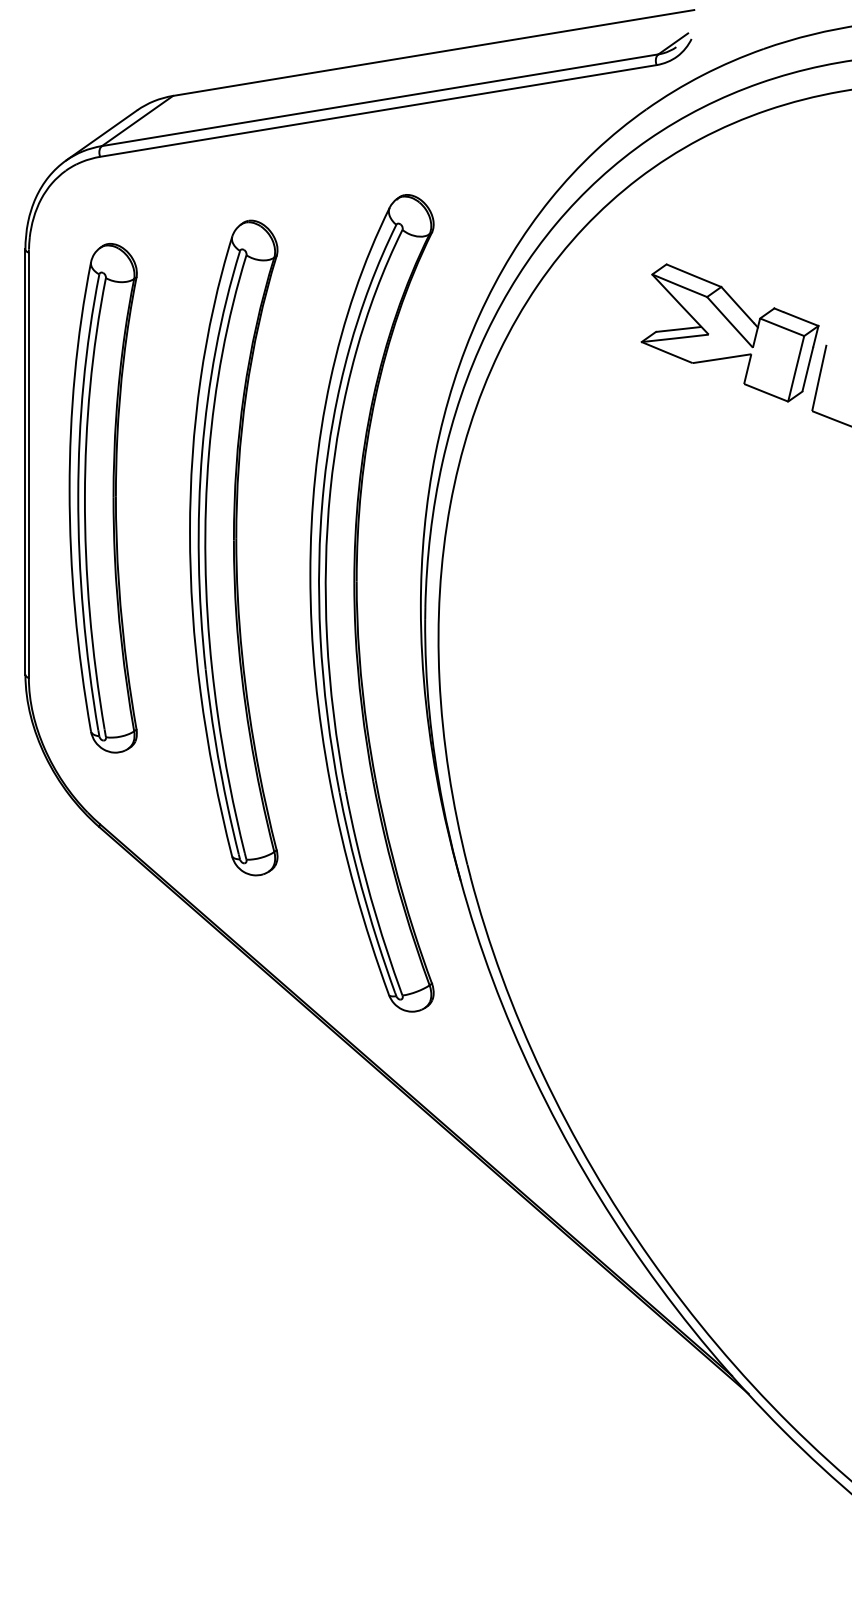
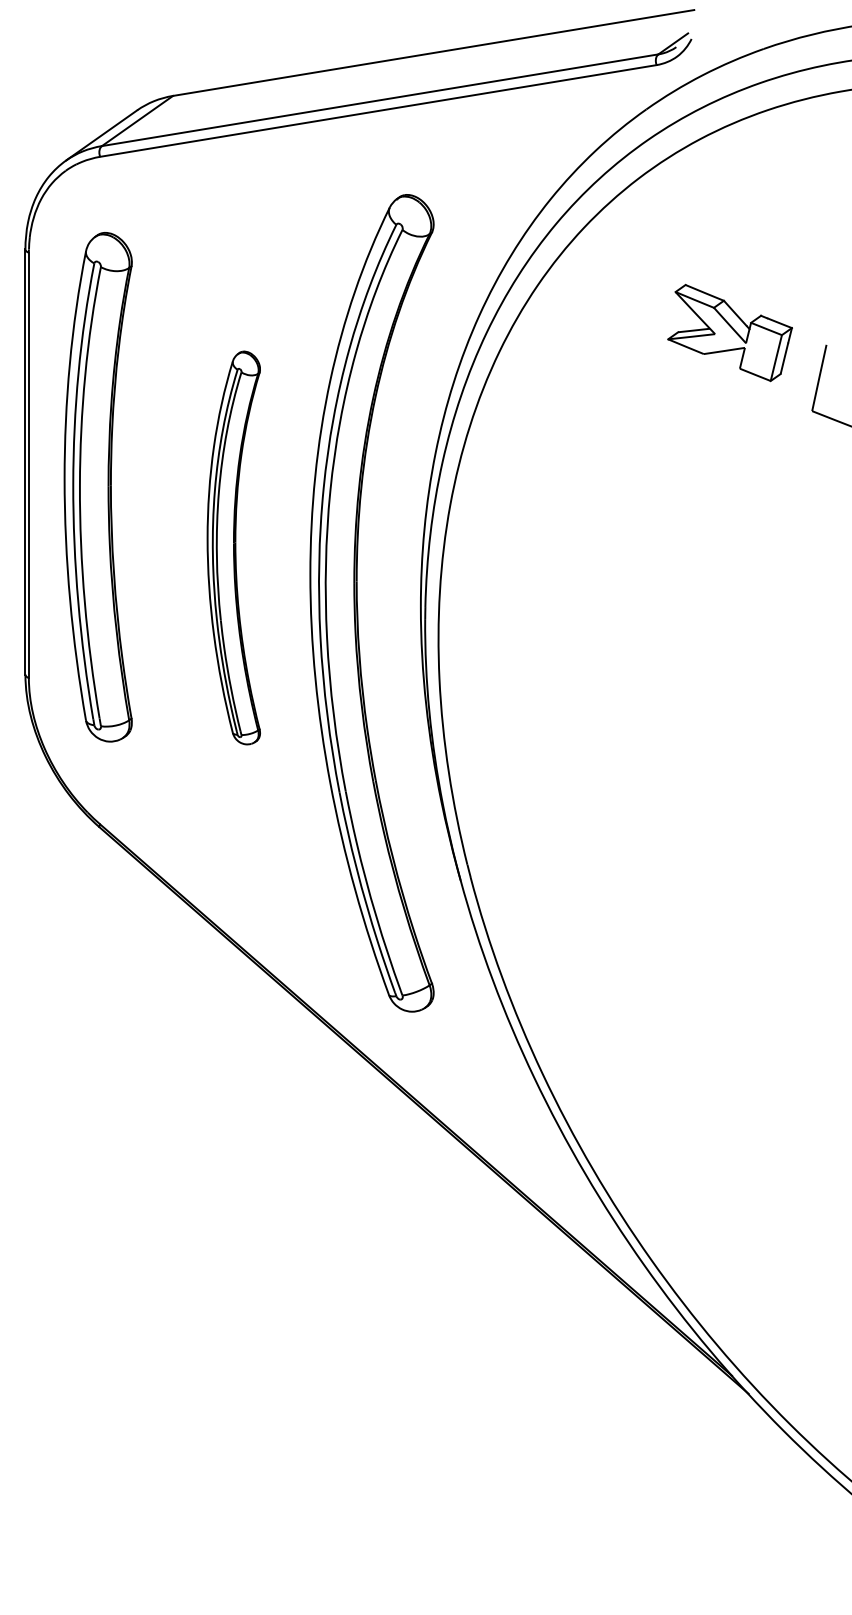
part at (729, 332) size: 180x140 px -> 126x100 px
part at (102, 498) position: (102, 498) -> (97, 487)
part at (233, 547) size: 90x658 px -> 55x396 px
